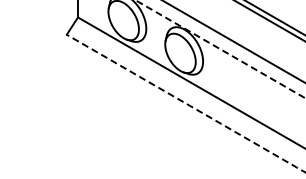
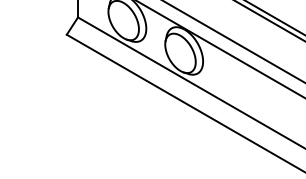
line at (220, 49): dashed -> solid
line at (186, 103): dashed -> solid
